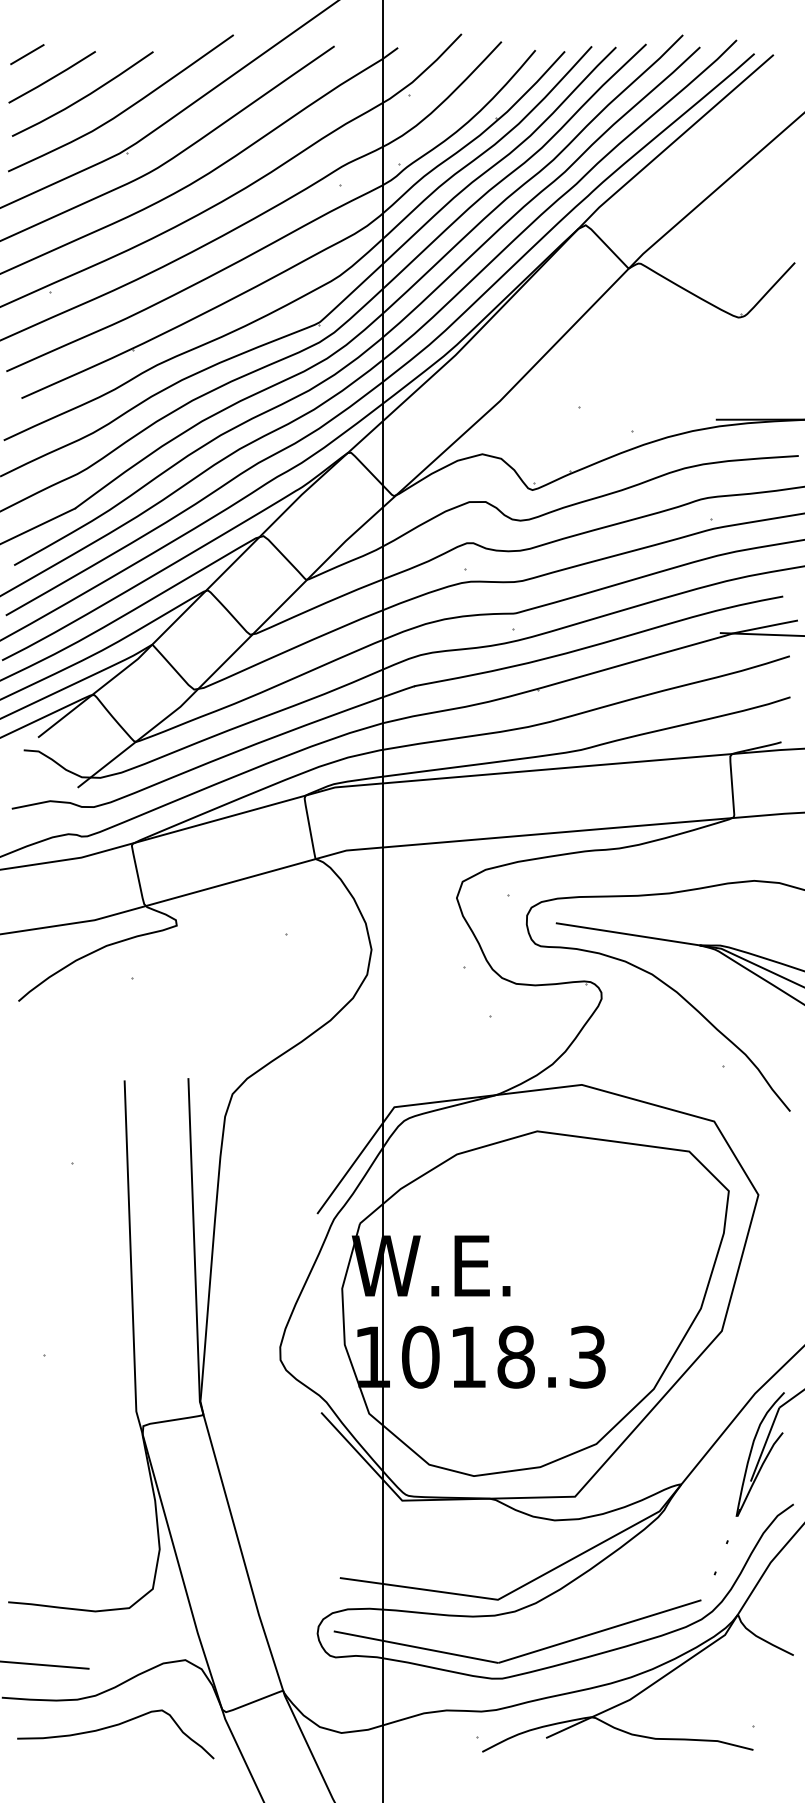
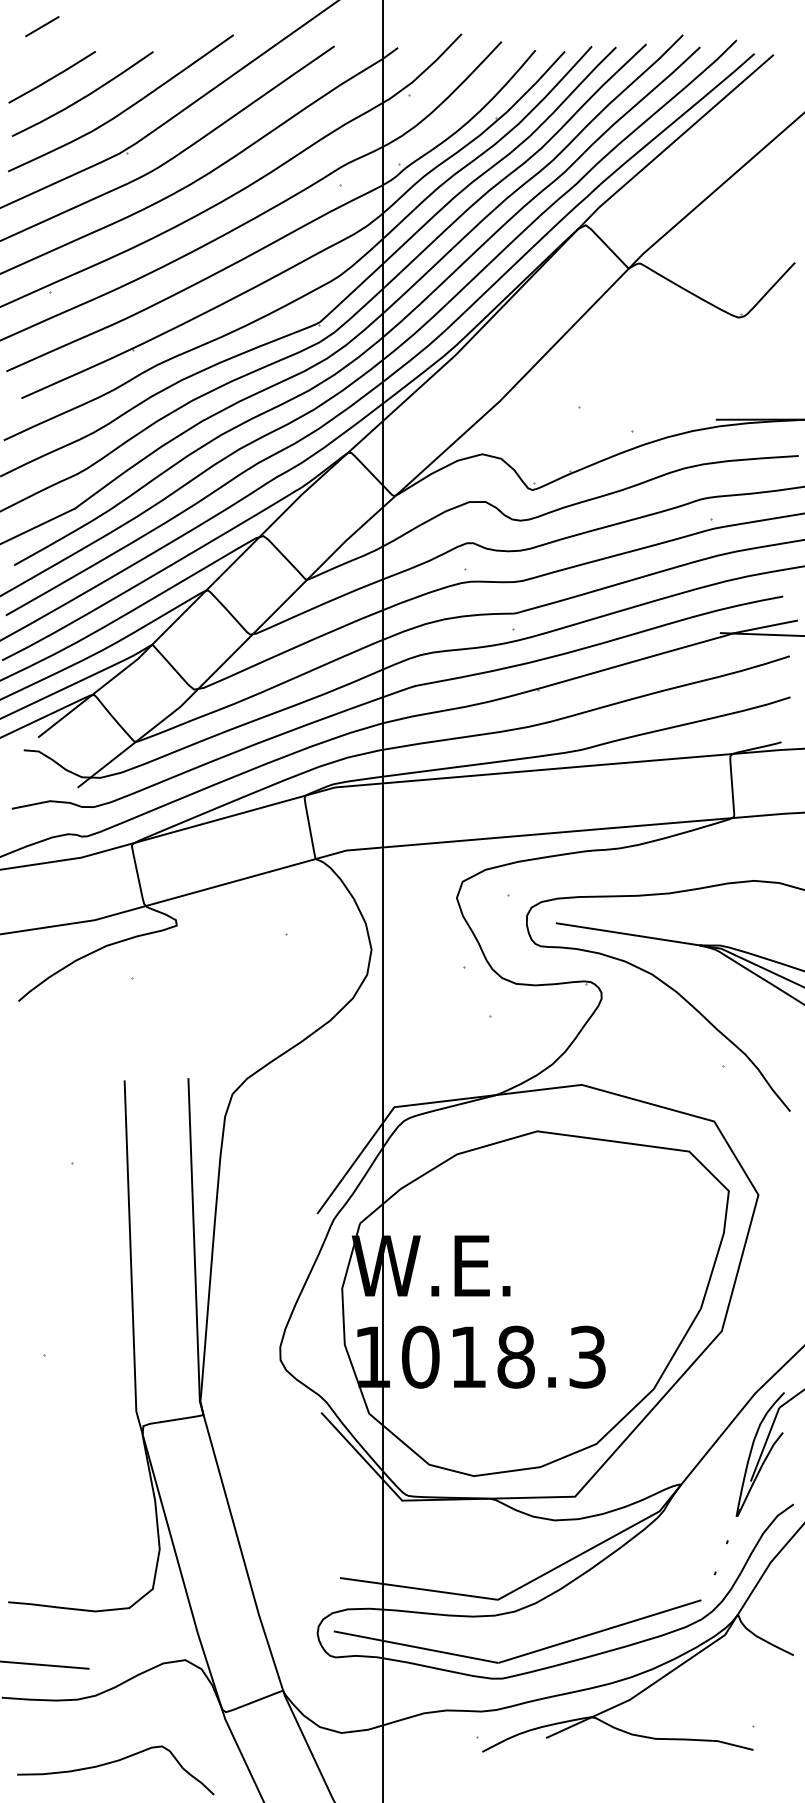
line at (27, 54) position: (27, 54) -> (42, 26)
curve at (112, 1727) position: (112, 1727) -> (112, 1763)
